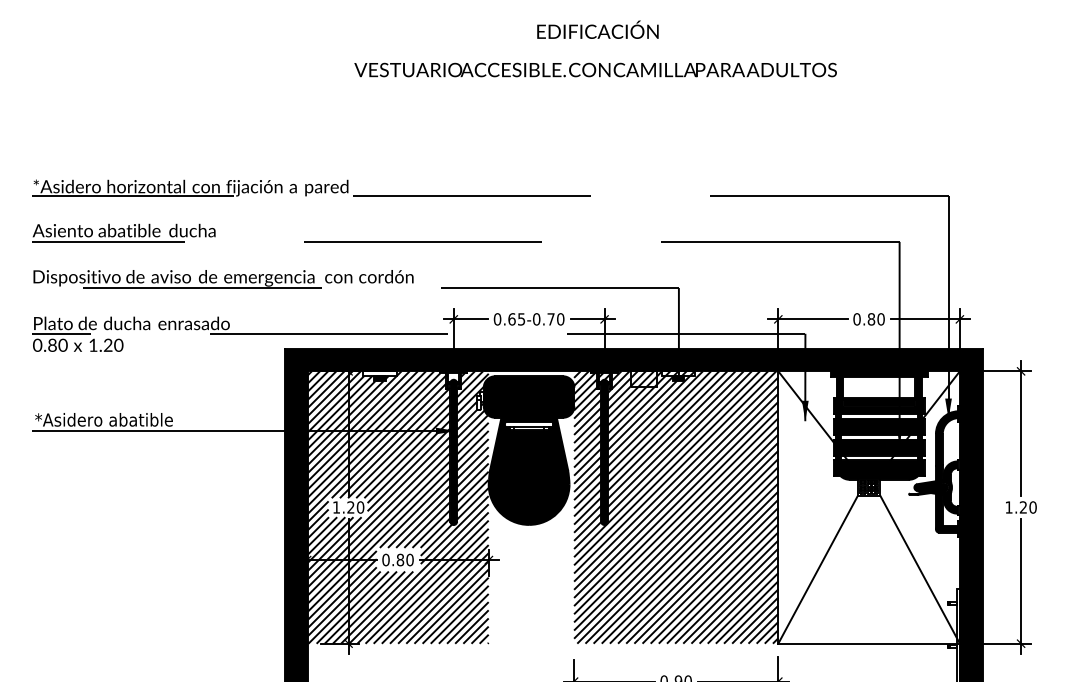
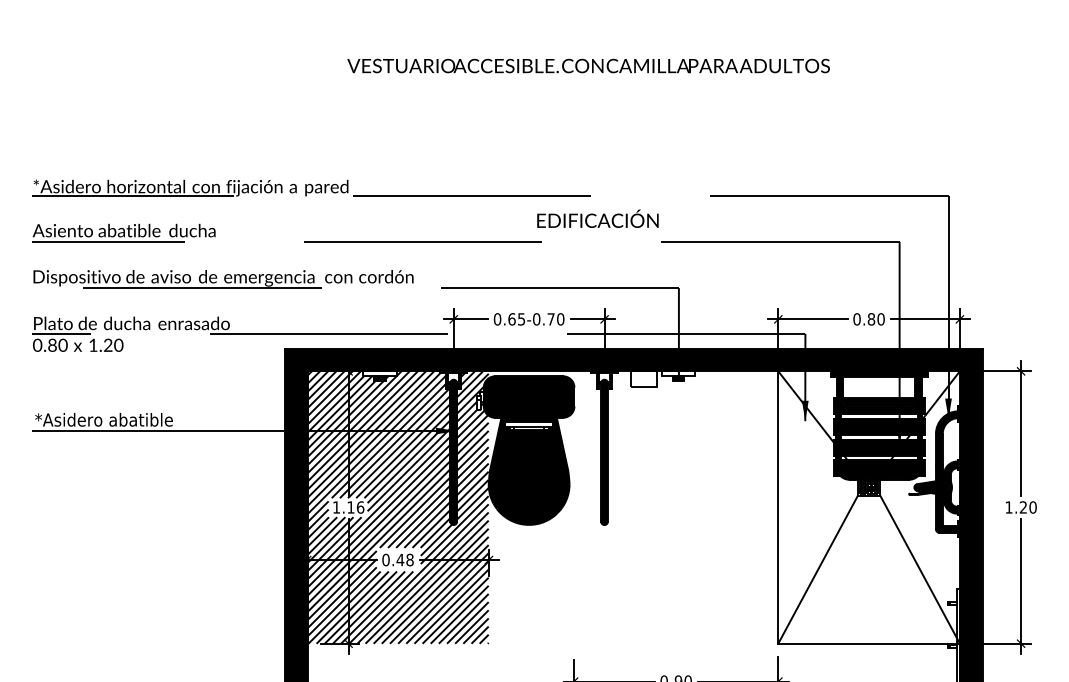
text at (597, 29) position: (597, 29) -> (597, 218)
text at (595, 69) position: (595, 69) -> (588, 65)
text at (355, 507): 1.20 -> 1.16
hatch at (676, 507): present -> none
text at (404, 559): 0.80 -> 0.48
